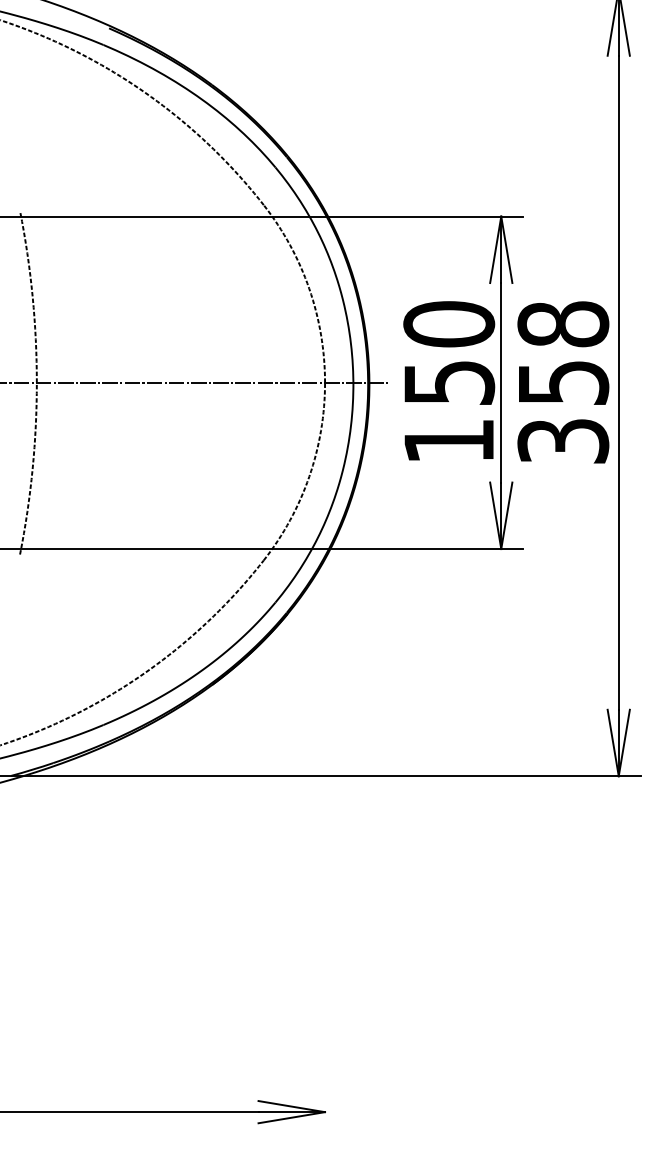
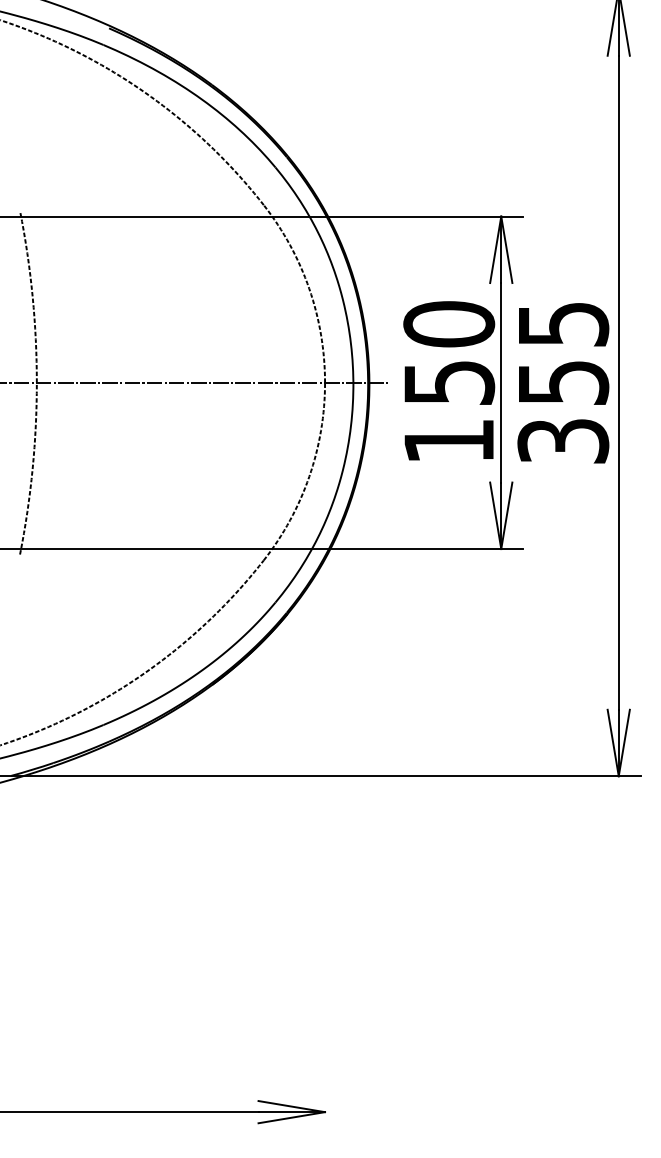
text at (563, 324): 358 -> 355
